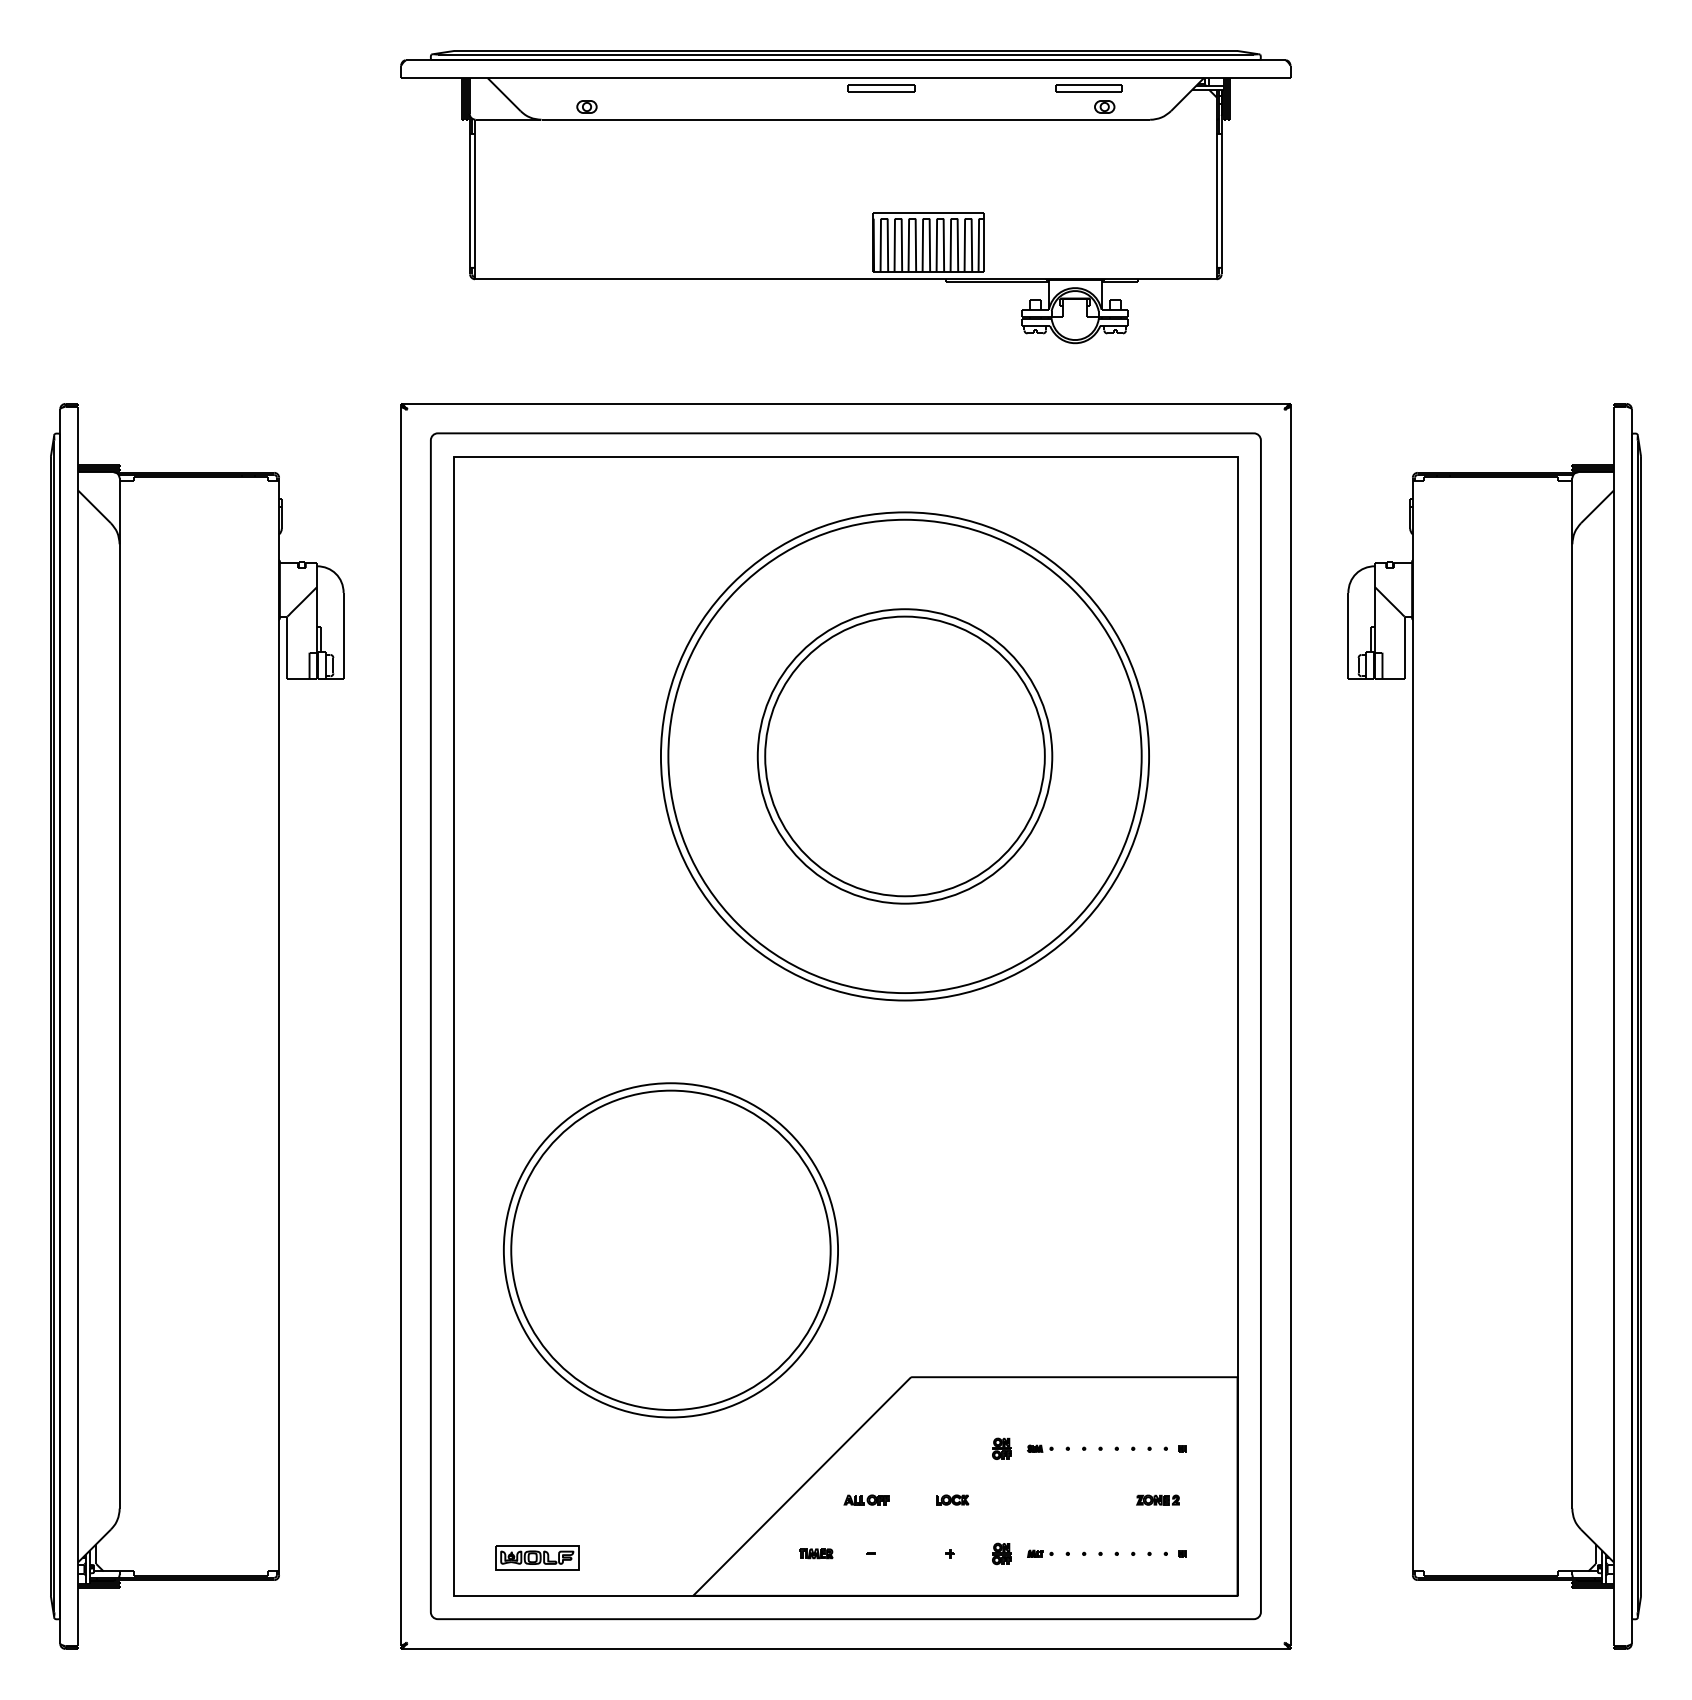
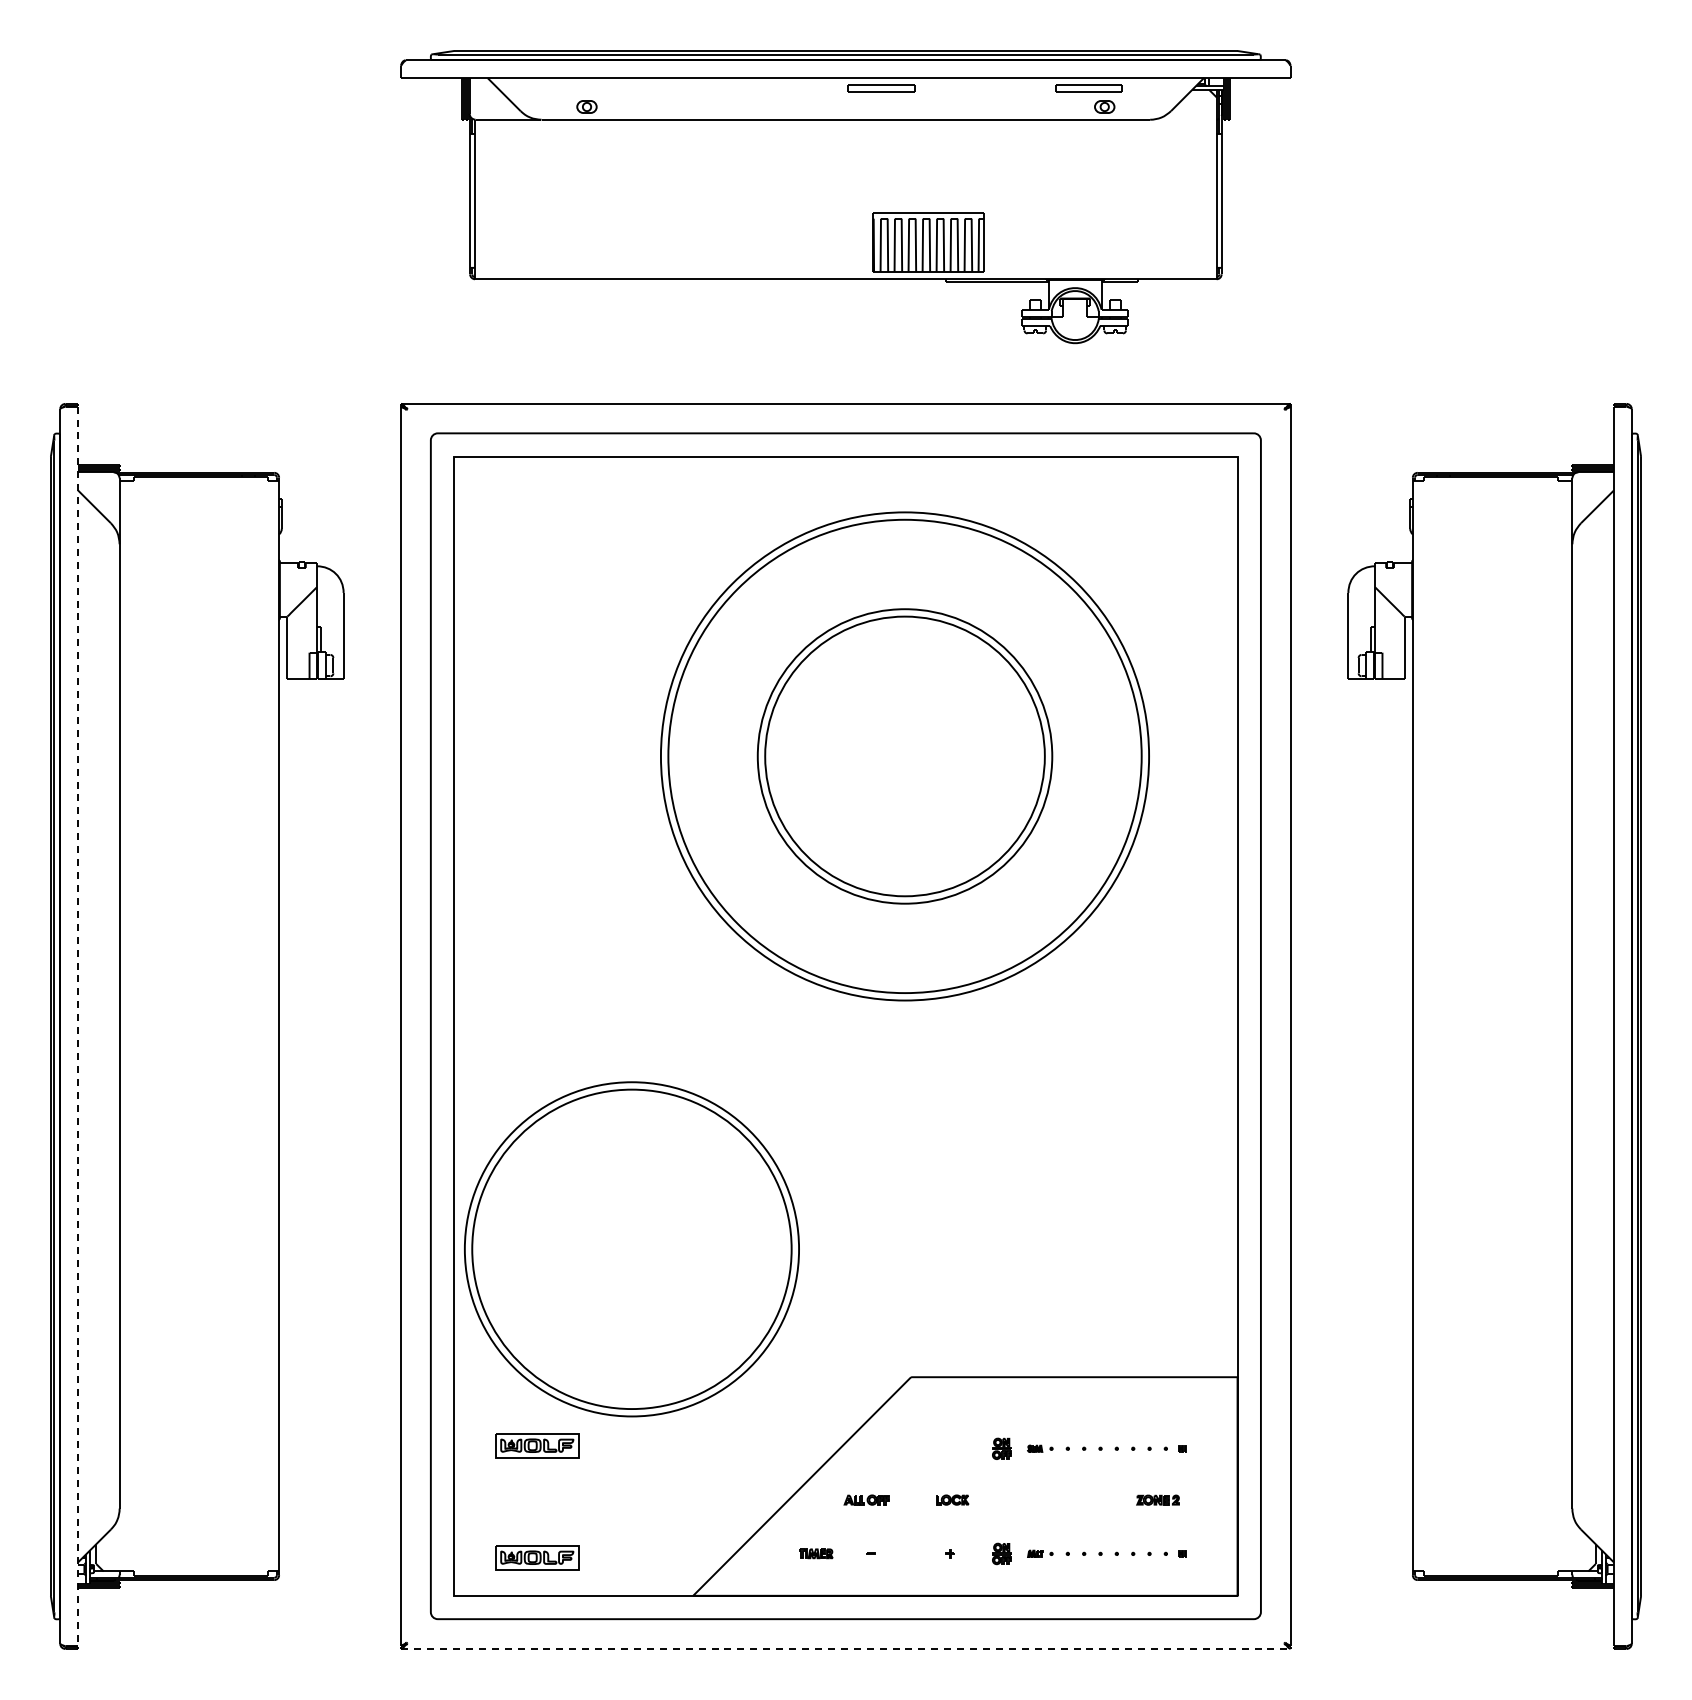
line at (78, 1026): solid -> dashed
part at (670, 1250) position: (670, 1250) -> (631, 1249)
part at (537, 1445): none -> present
line at (845, 1648): solid -> dashed
